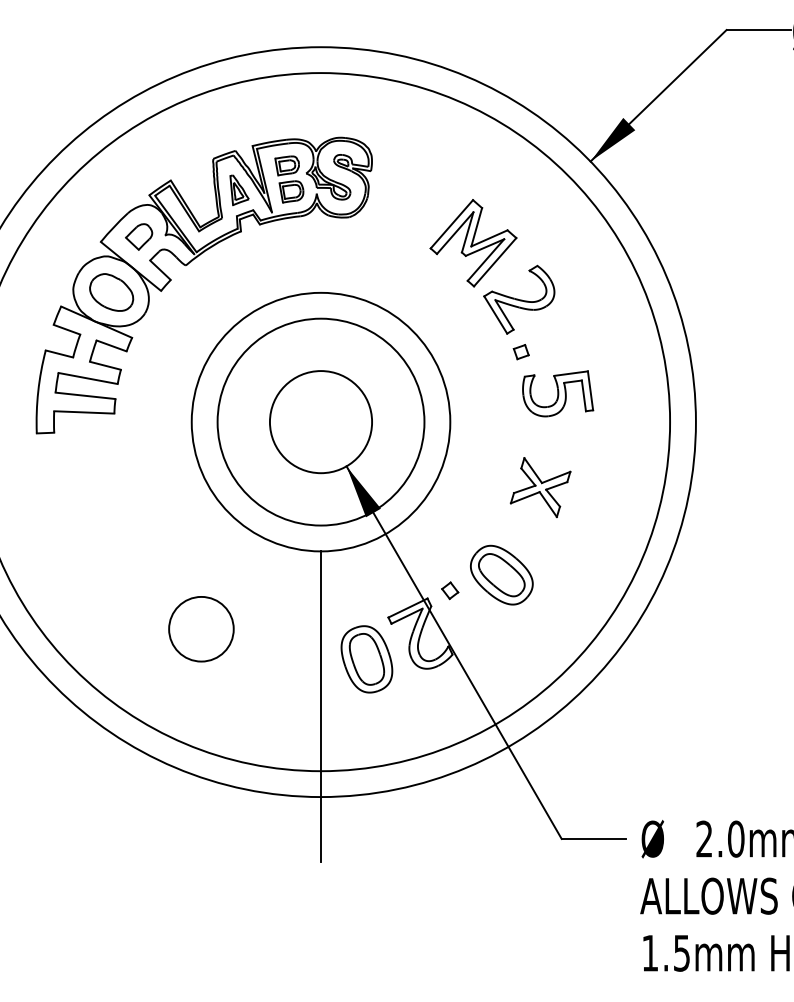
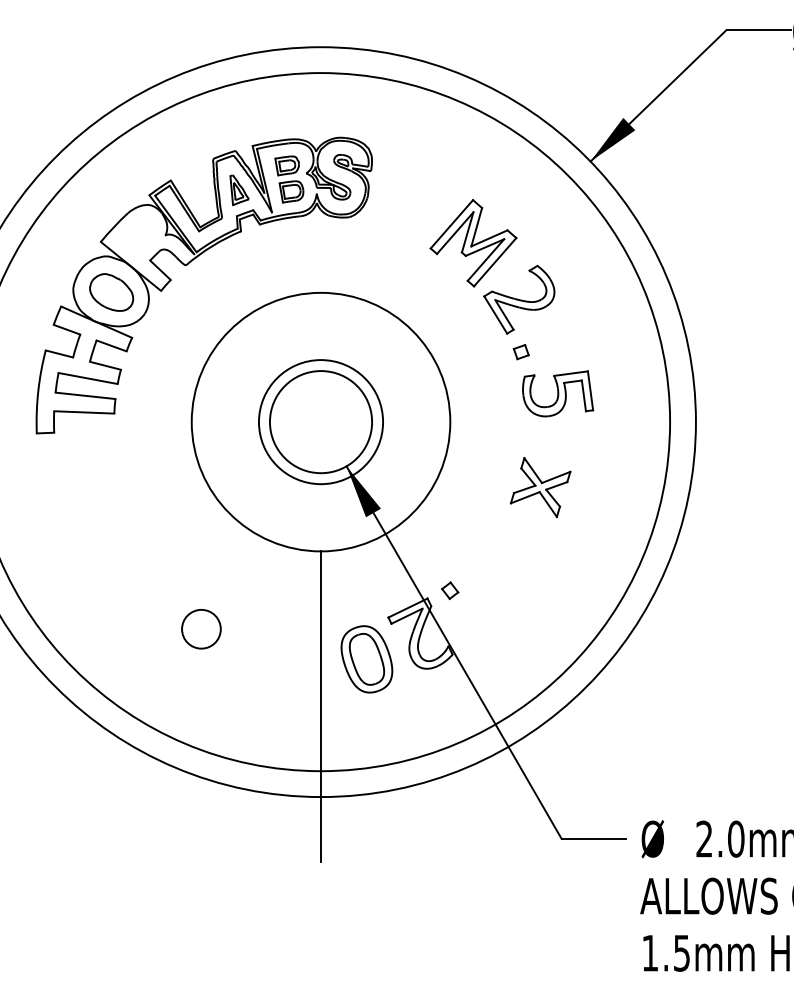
part at (139, 236): present -> none
circle at (320, 421) diameter: 207 px -> 124 px
part at (501, 574): present -> none
circle at (201, 628) diameter: 65 px -> 39 px
